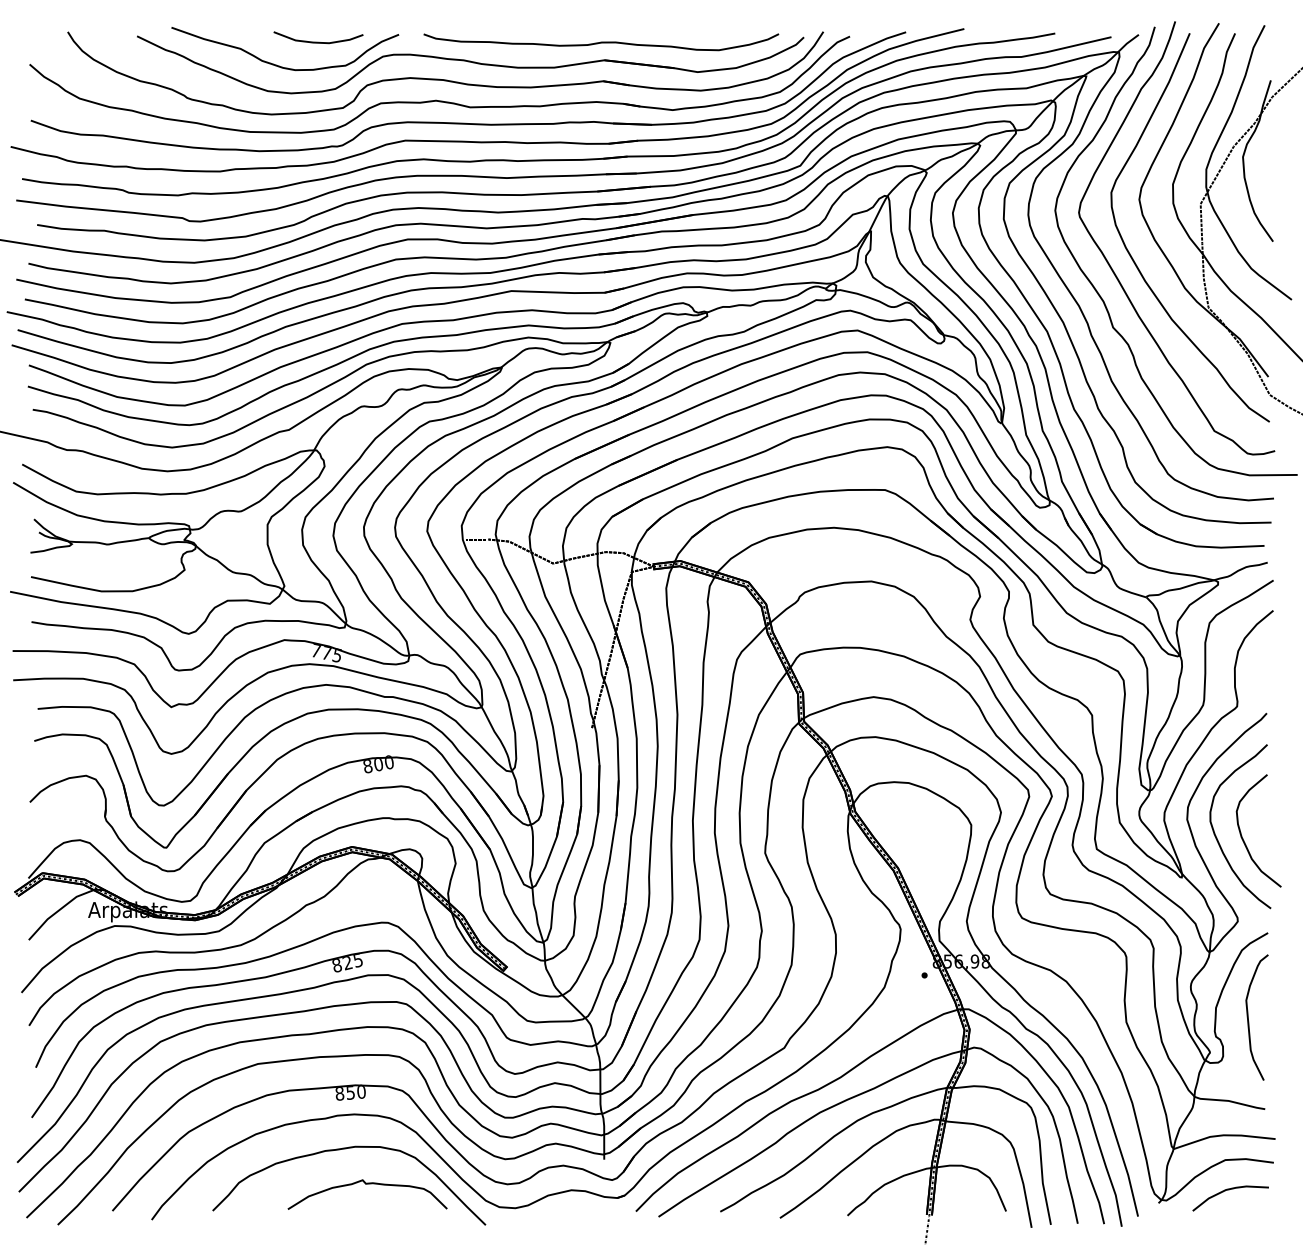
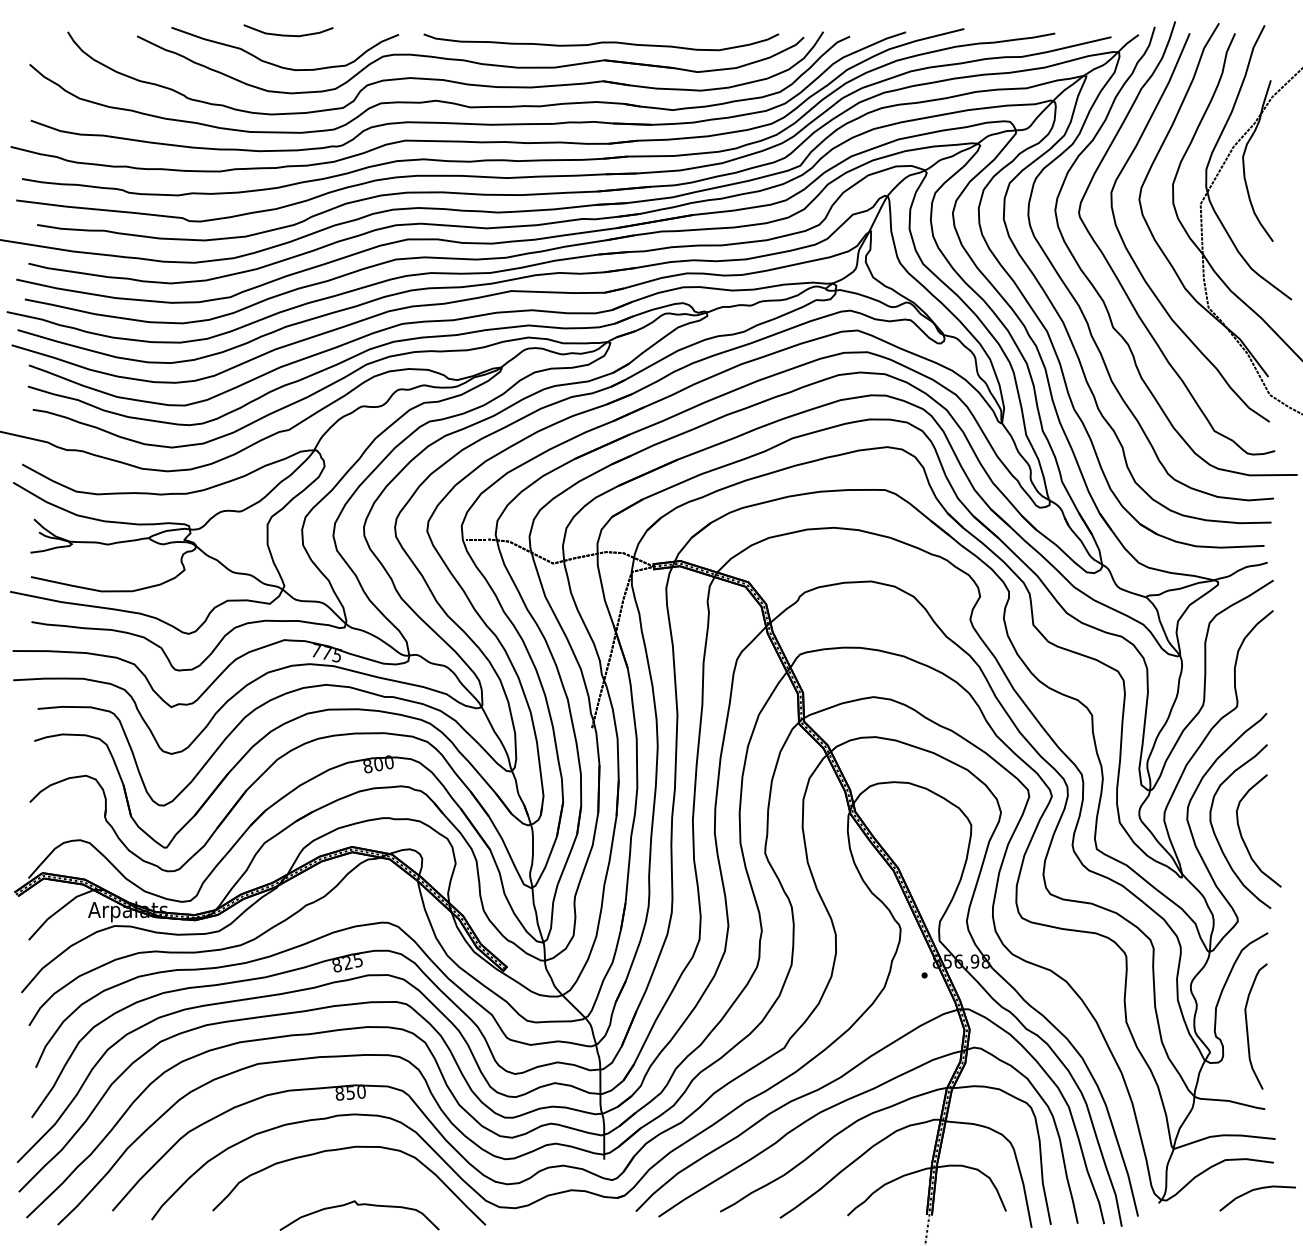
curve at (318, 41) position: (318, 41) -> (288, 34)
curve at (1248, 1017) position: (1248, 1017) -> (1247, 1026)
curve at (367, 1184) position: (367, 1184) -> (359, 1205)
curve at (1229, 1190) position: (1229, 1190) -> (1256, 1190)
